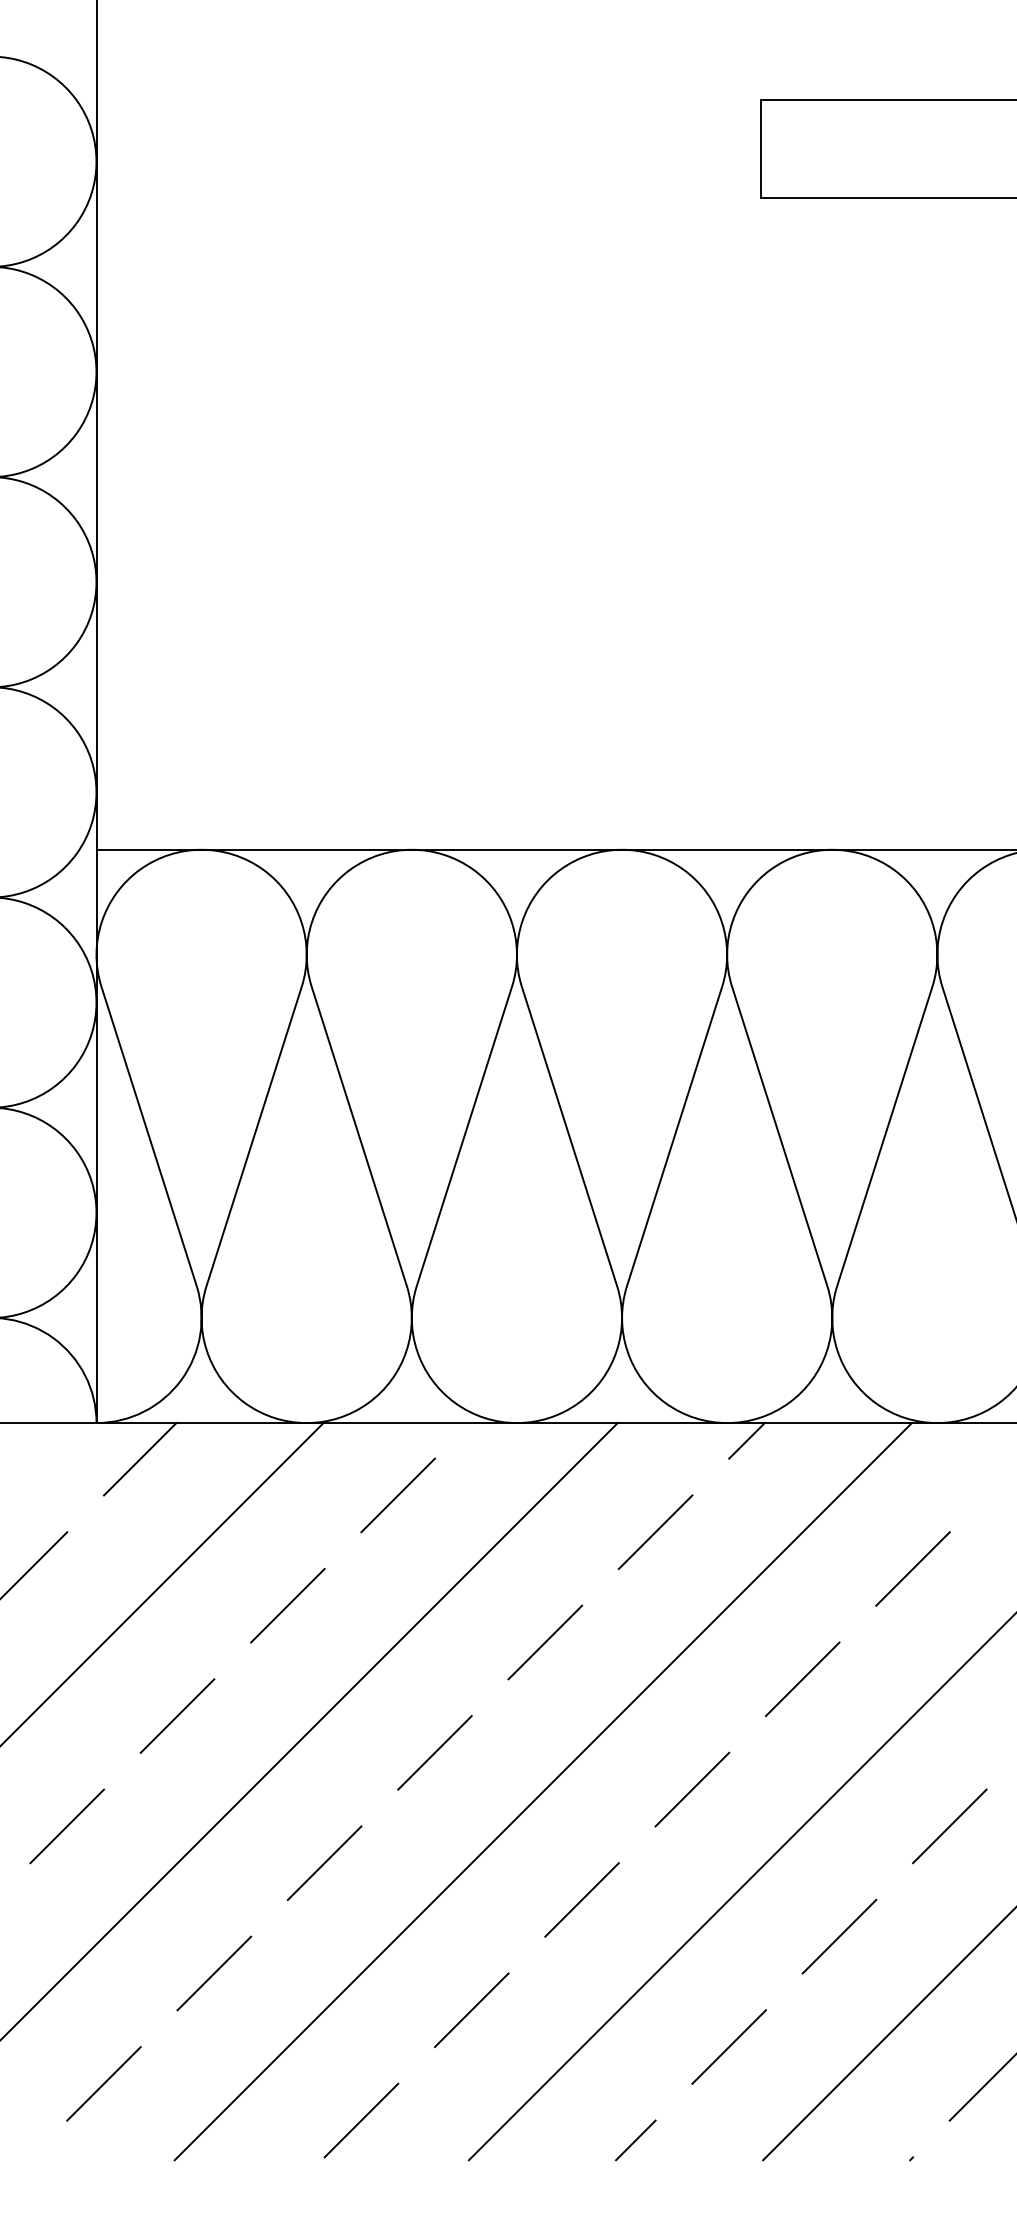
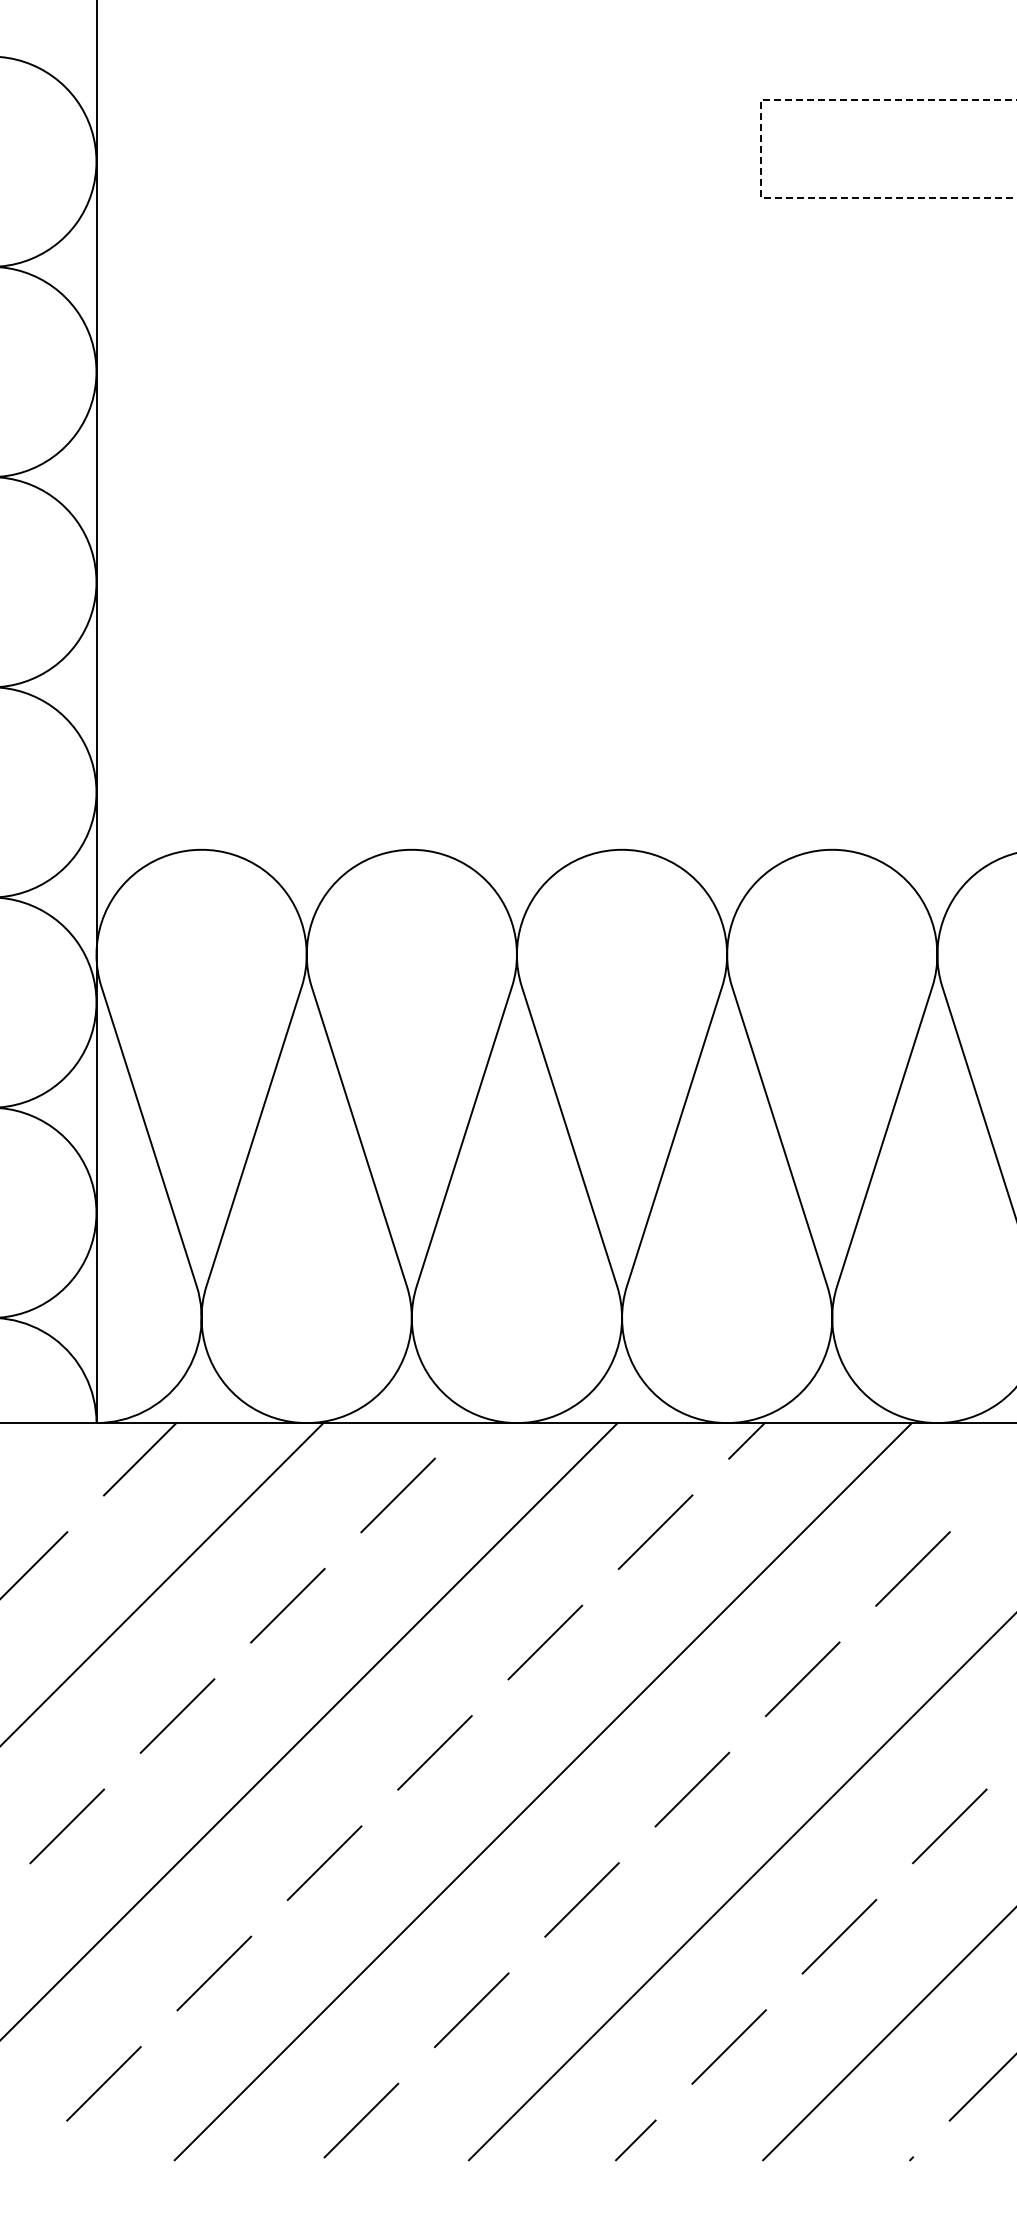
line at (760, 149): solid -> dashed
line at (554, 849): present -> none
